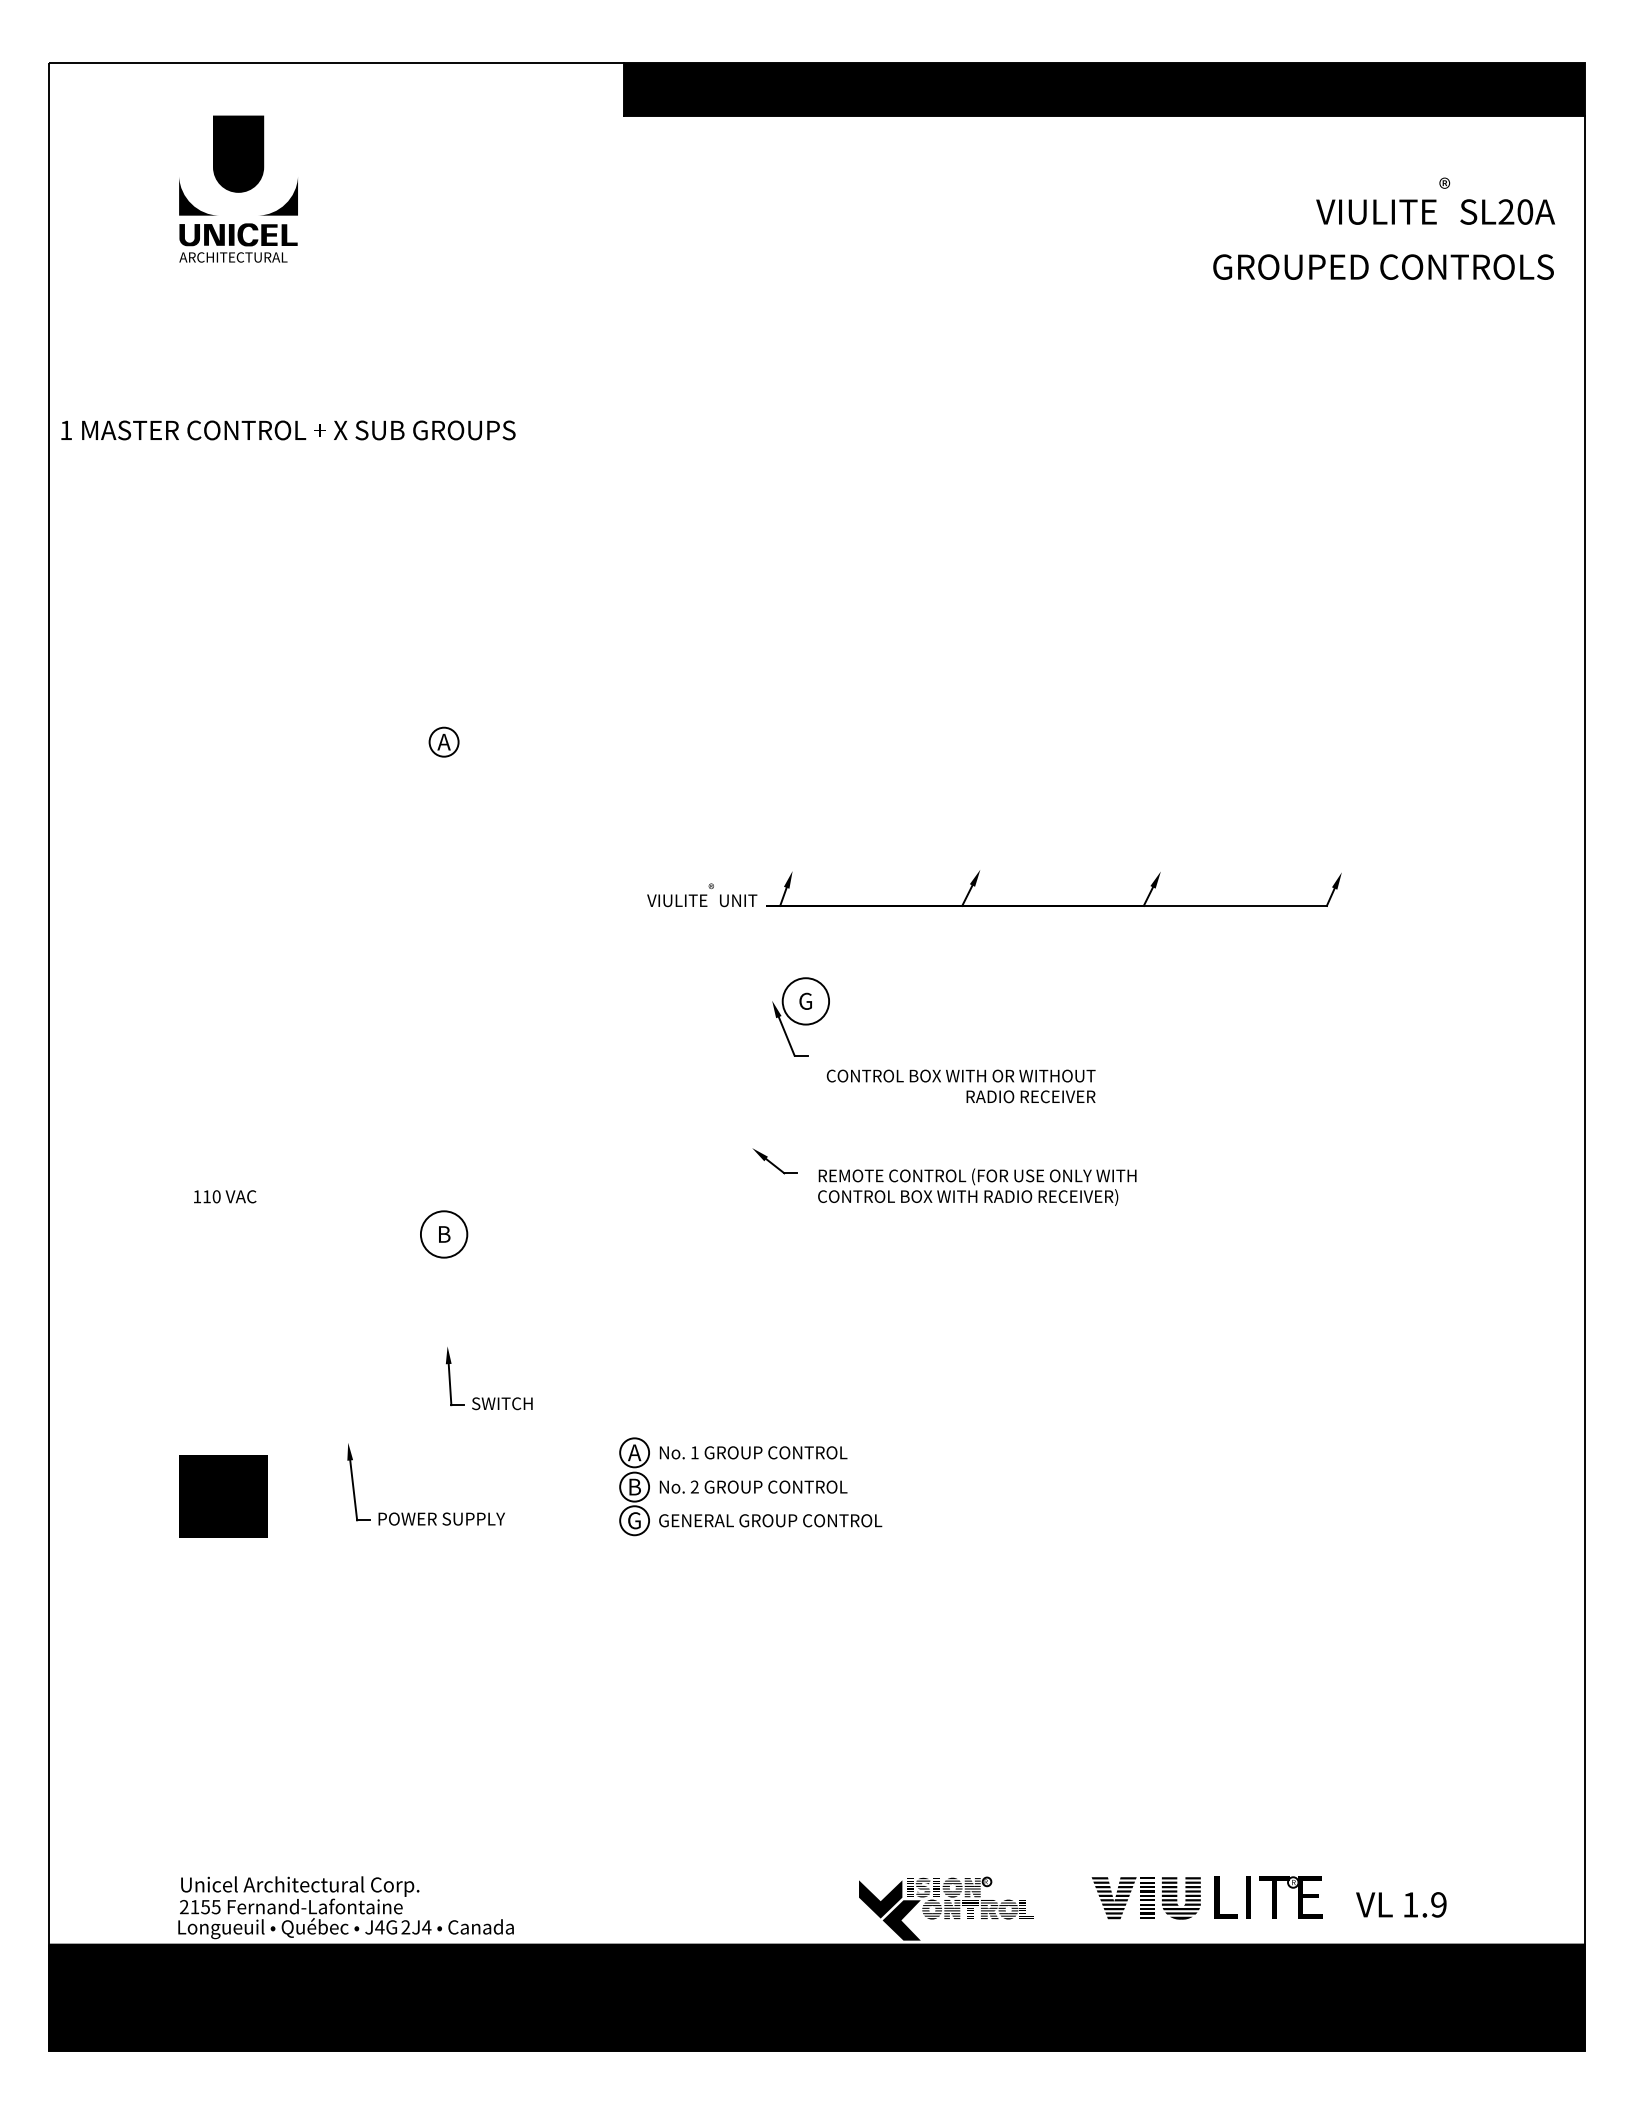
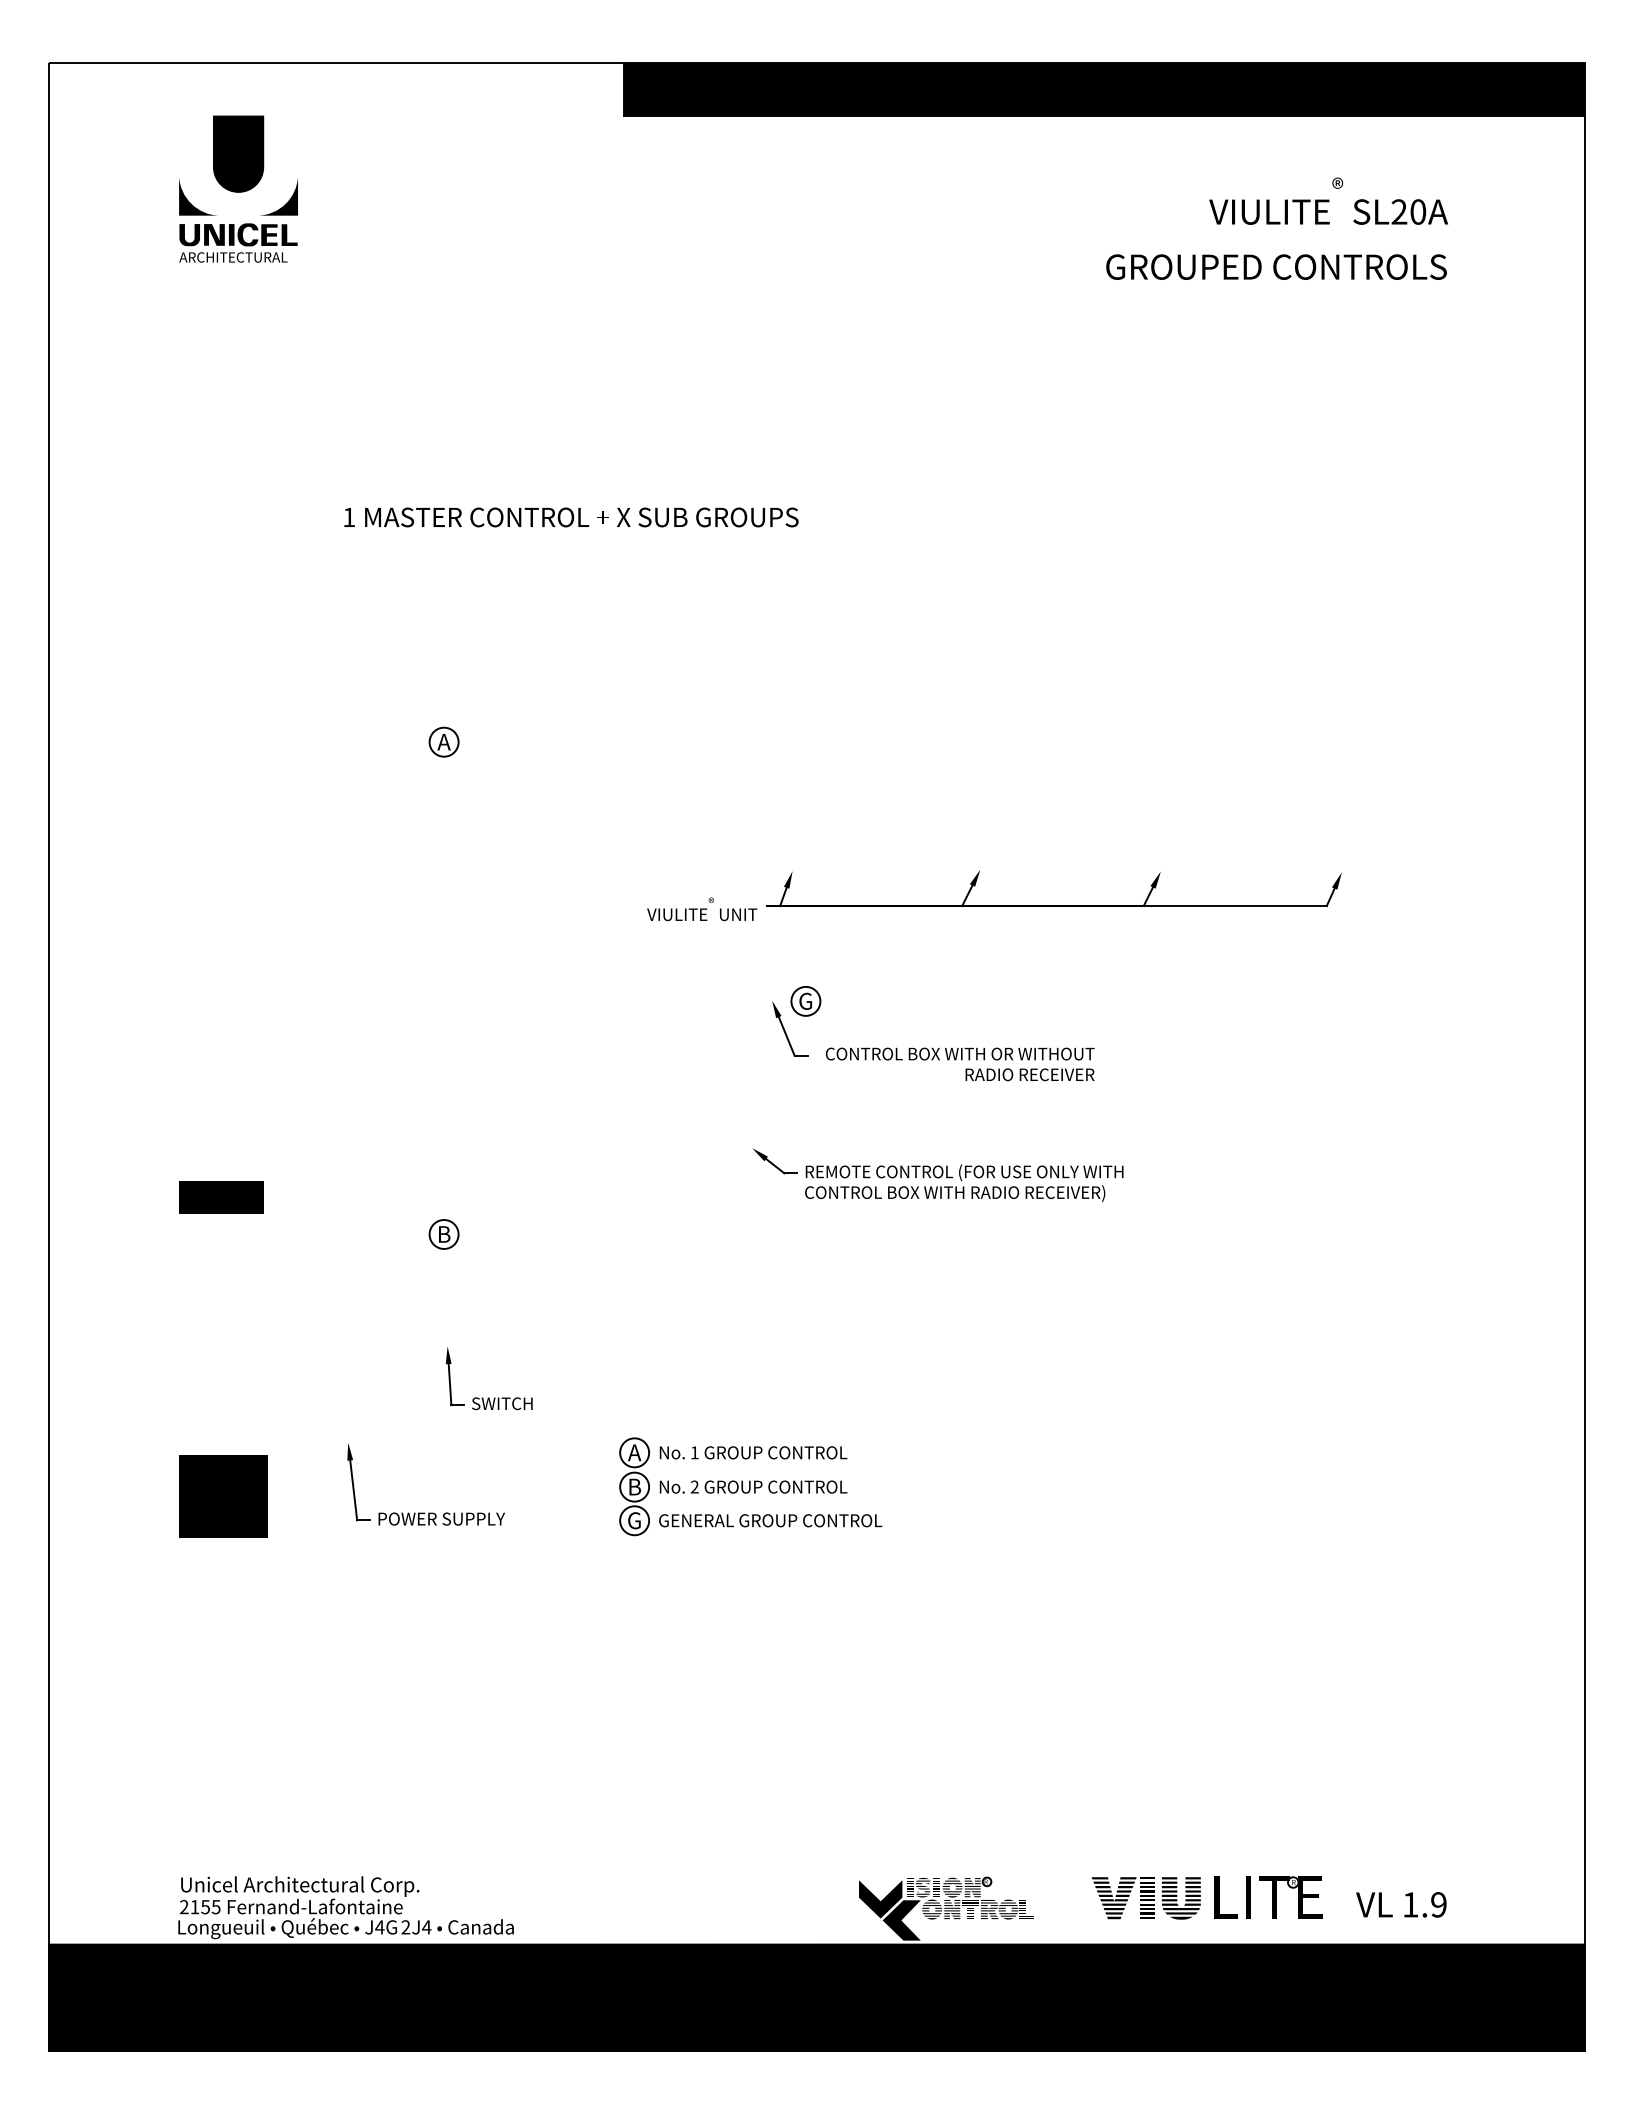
text at (1384, 228) position: (1384, 228) -> (1277, 228)
text at (288, 430) position: (288, 430) -> (571, 517)
text at (702, 895) position: (702, 895) -> (702, 909)
circle at (805, 1001) diameter: 46 px -> 29 px
text at (960, 1086) position: (960, 1086) -> (959, 1064)
text at (977, 1186) position: (977, 1186) -> (964, 1182)
fill at (221, 1197): none -> present
circle at (443, 1234) diameter: 46 px -> 29 px
